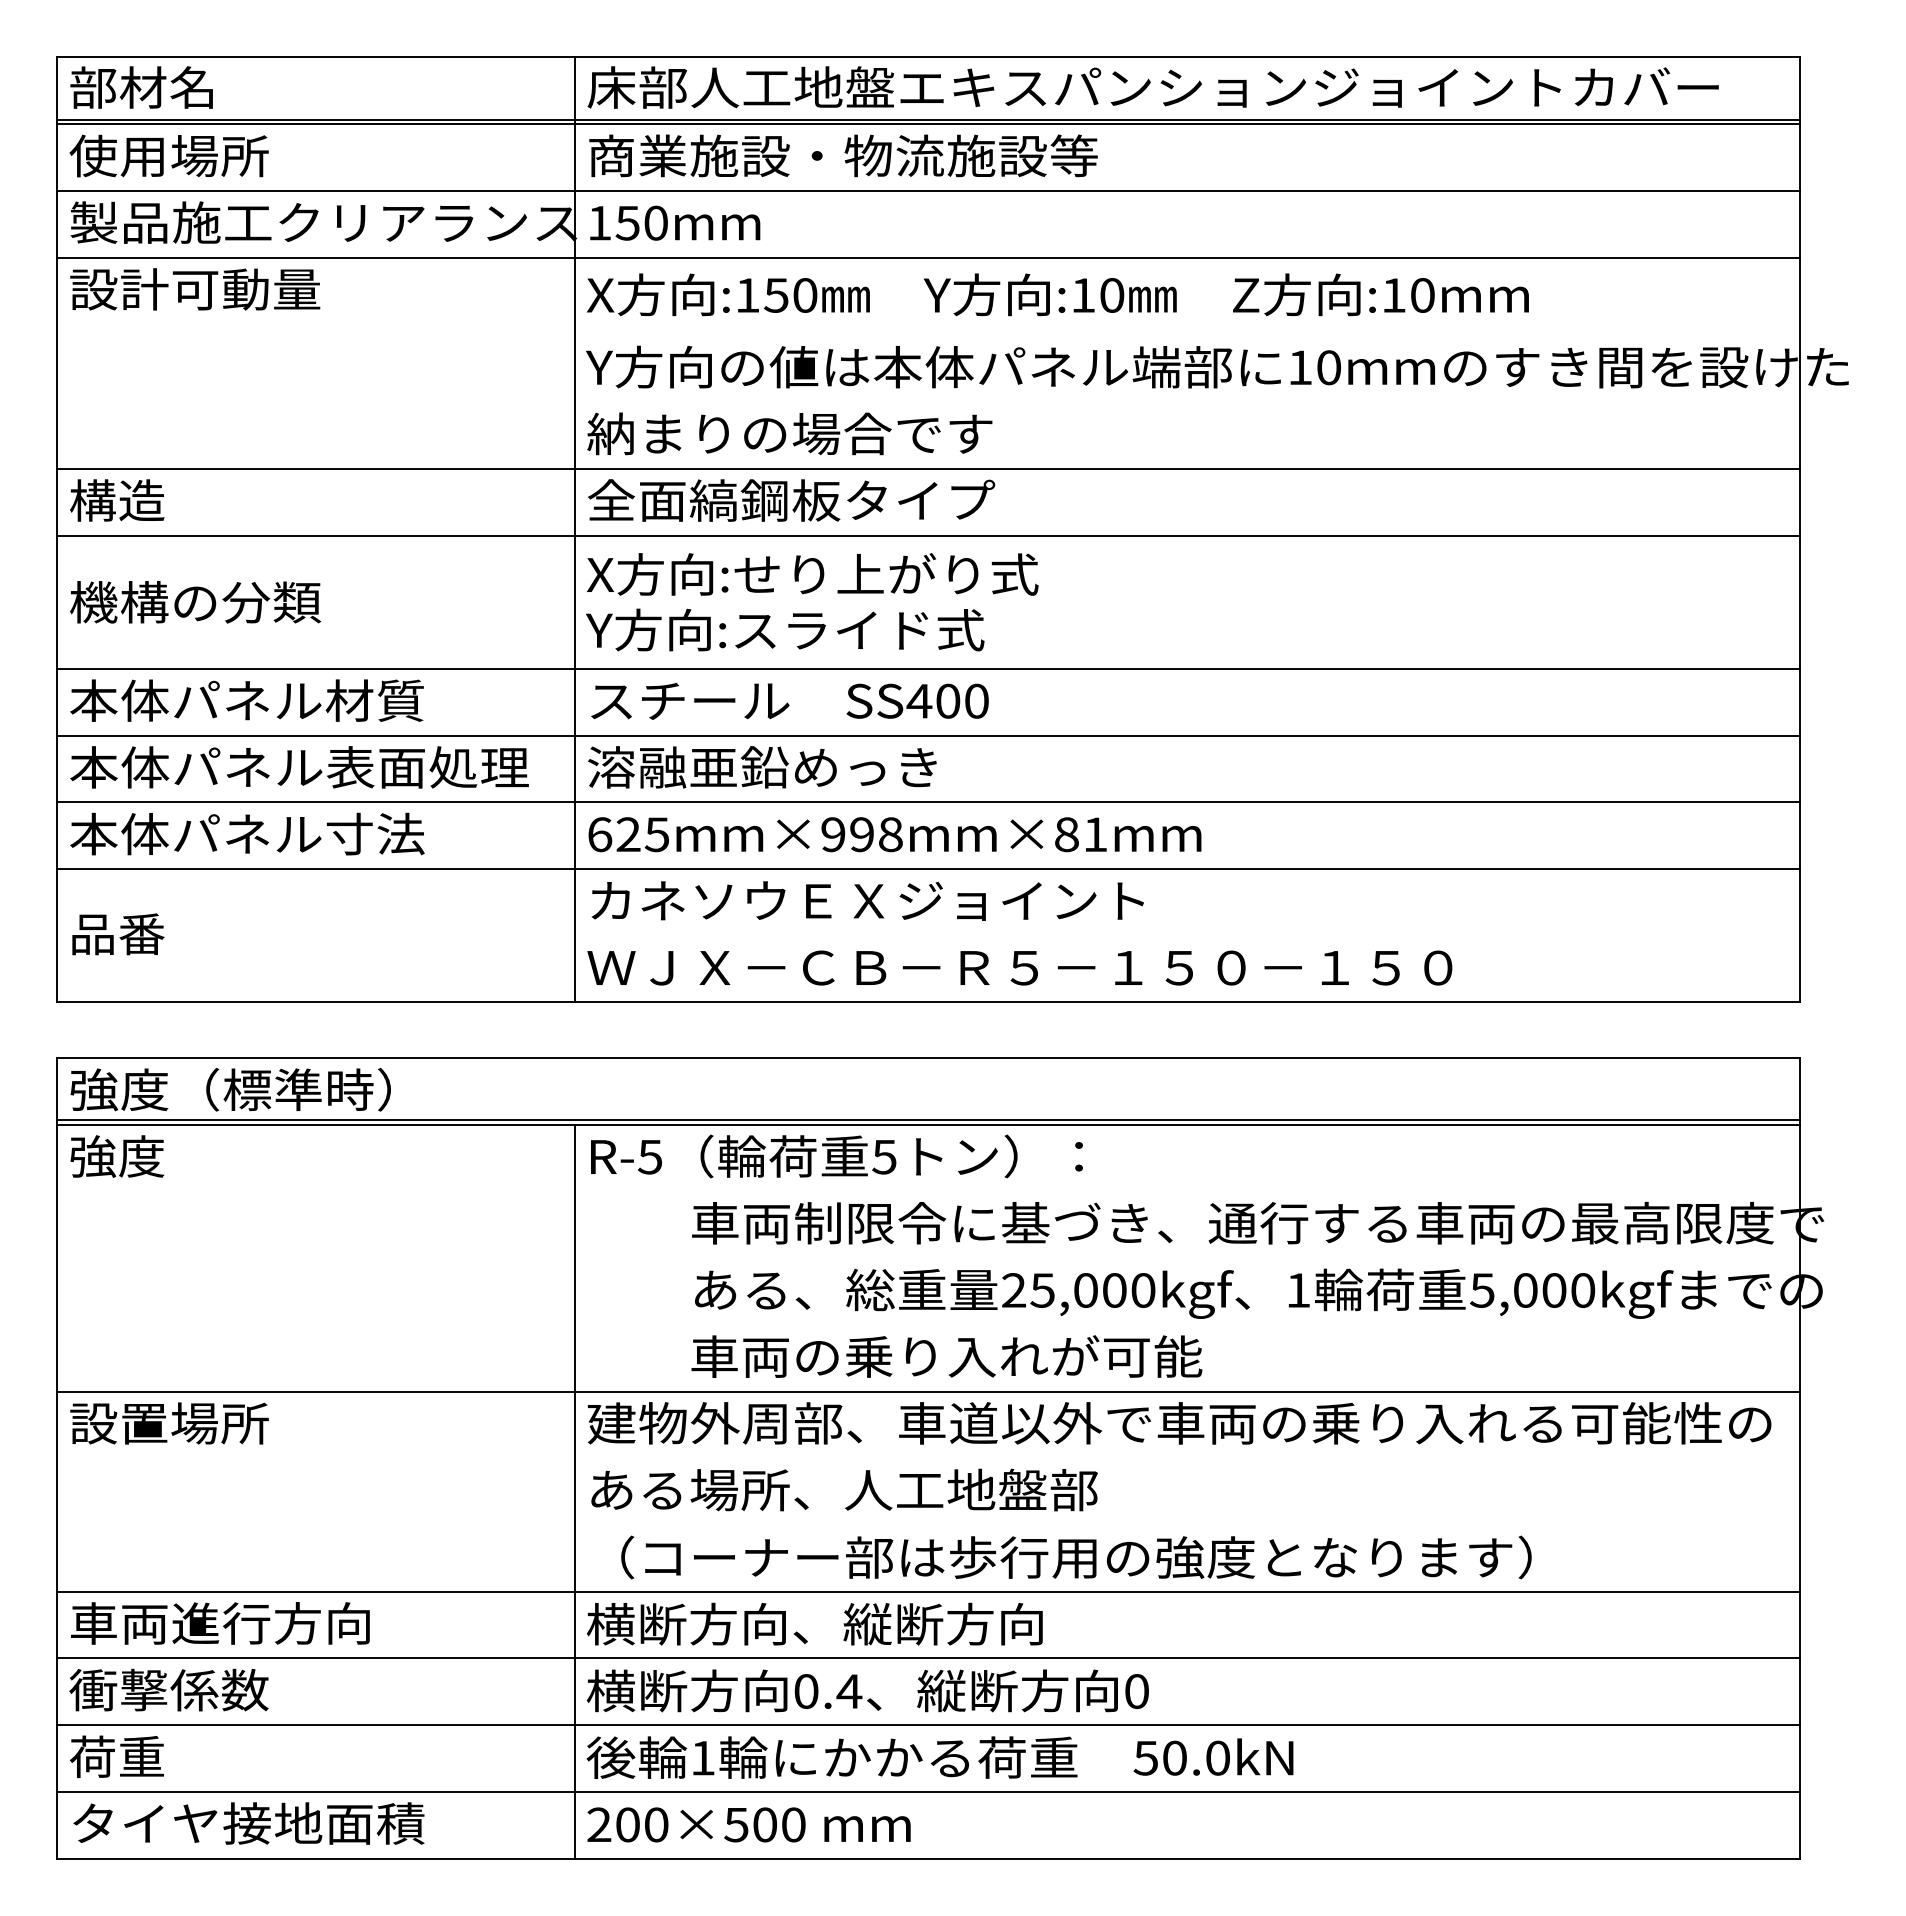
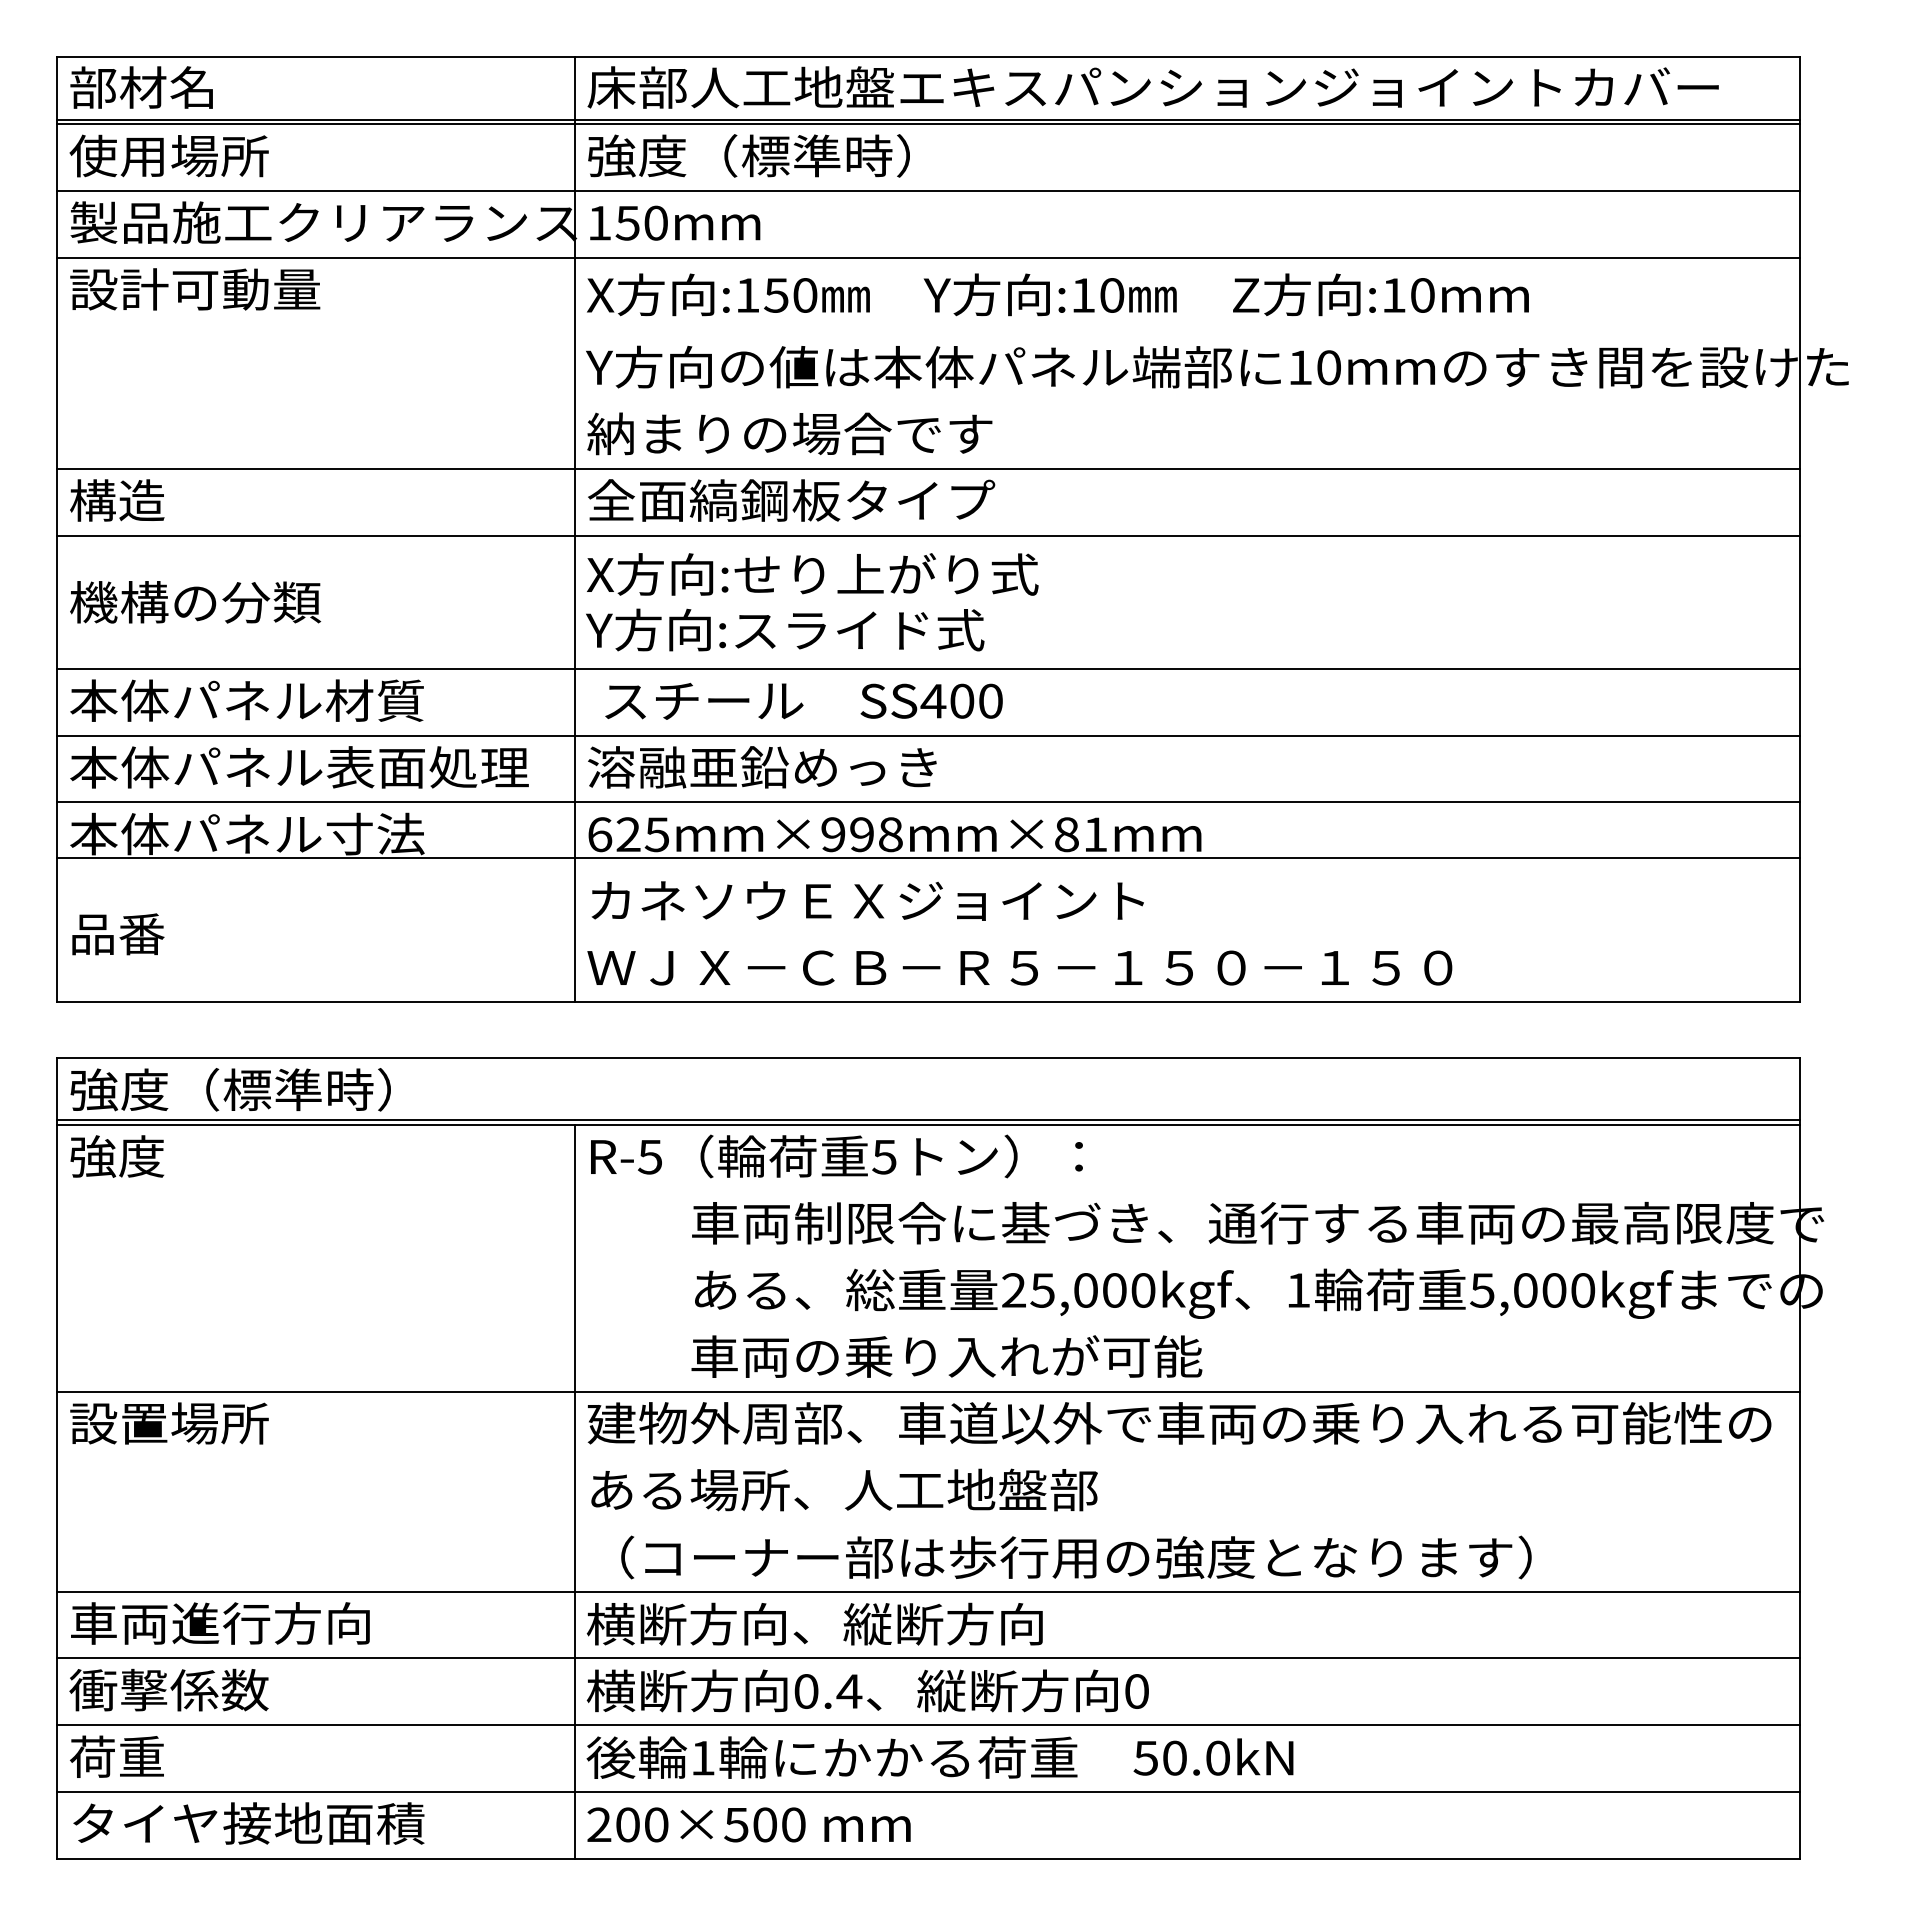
text at (842, 155): 商業施設・物流施設等 -> 強度（標準時）
text at (789, 700) position: (789, 700) -> (803, 700)
line at (928, 869) position: (928, 869) -> (928, 858)
